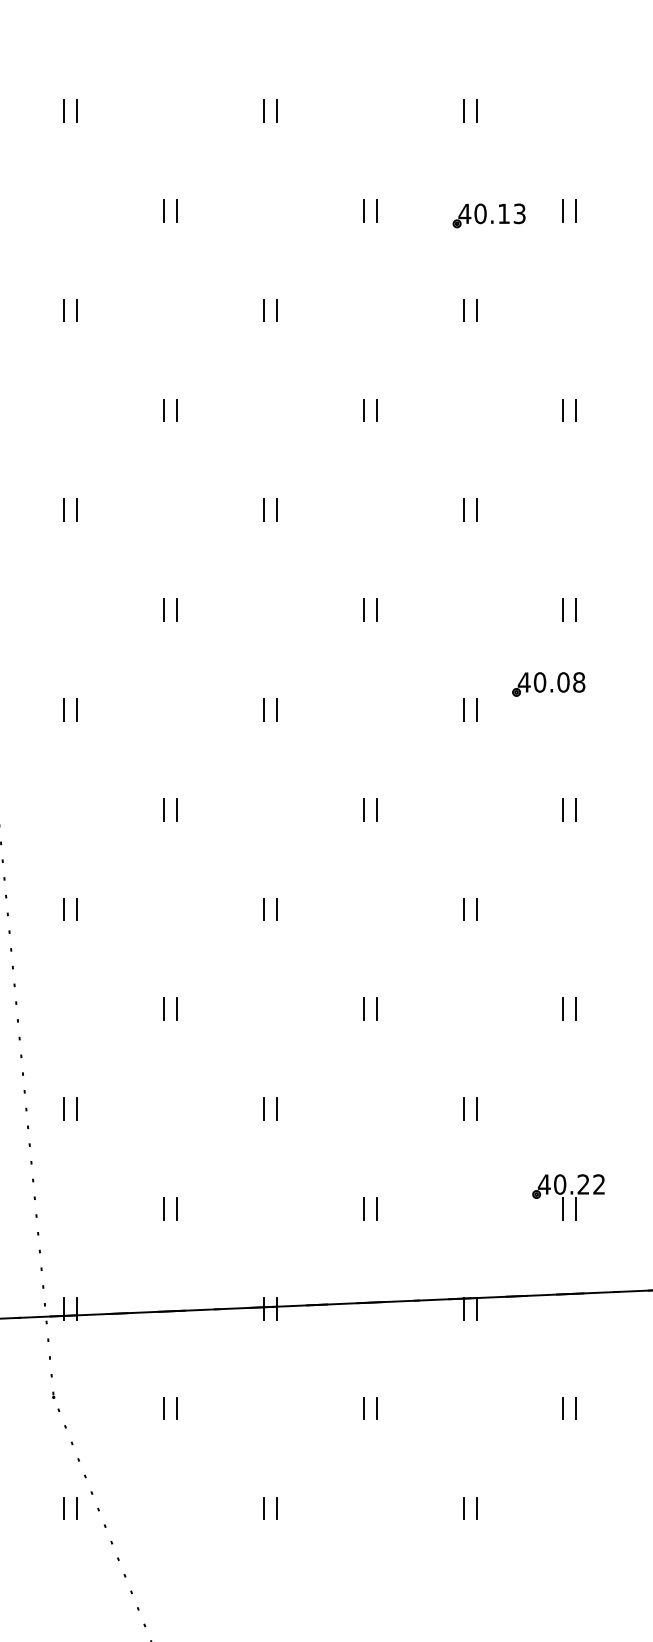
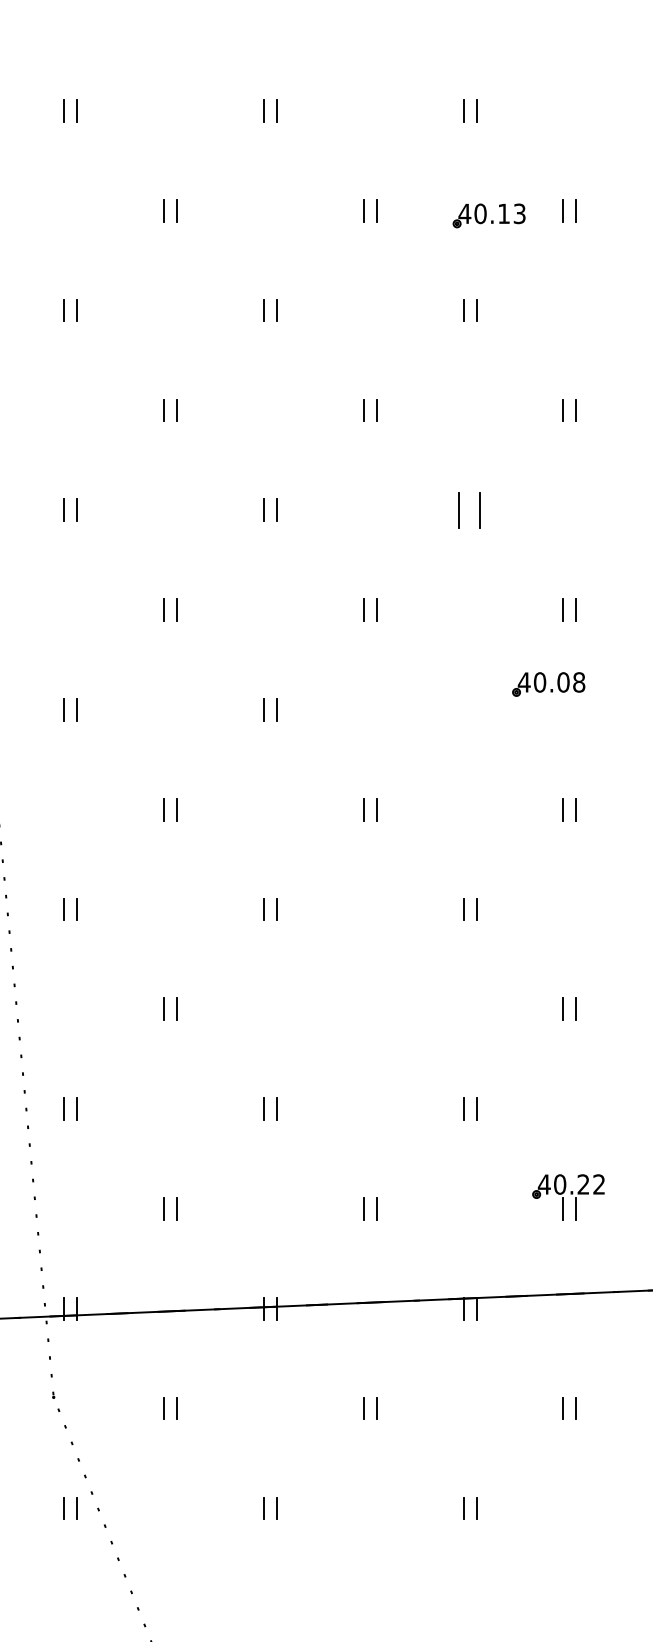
part at (470, 509) size: 15x24 px -> 23x37 px
part at (470, 709): present -> none
part at (370, 1008): present -> none
